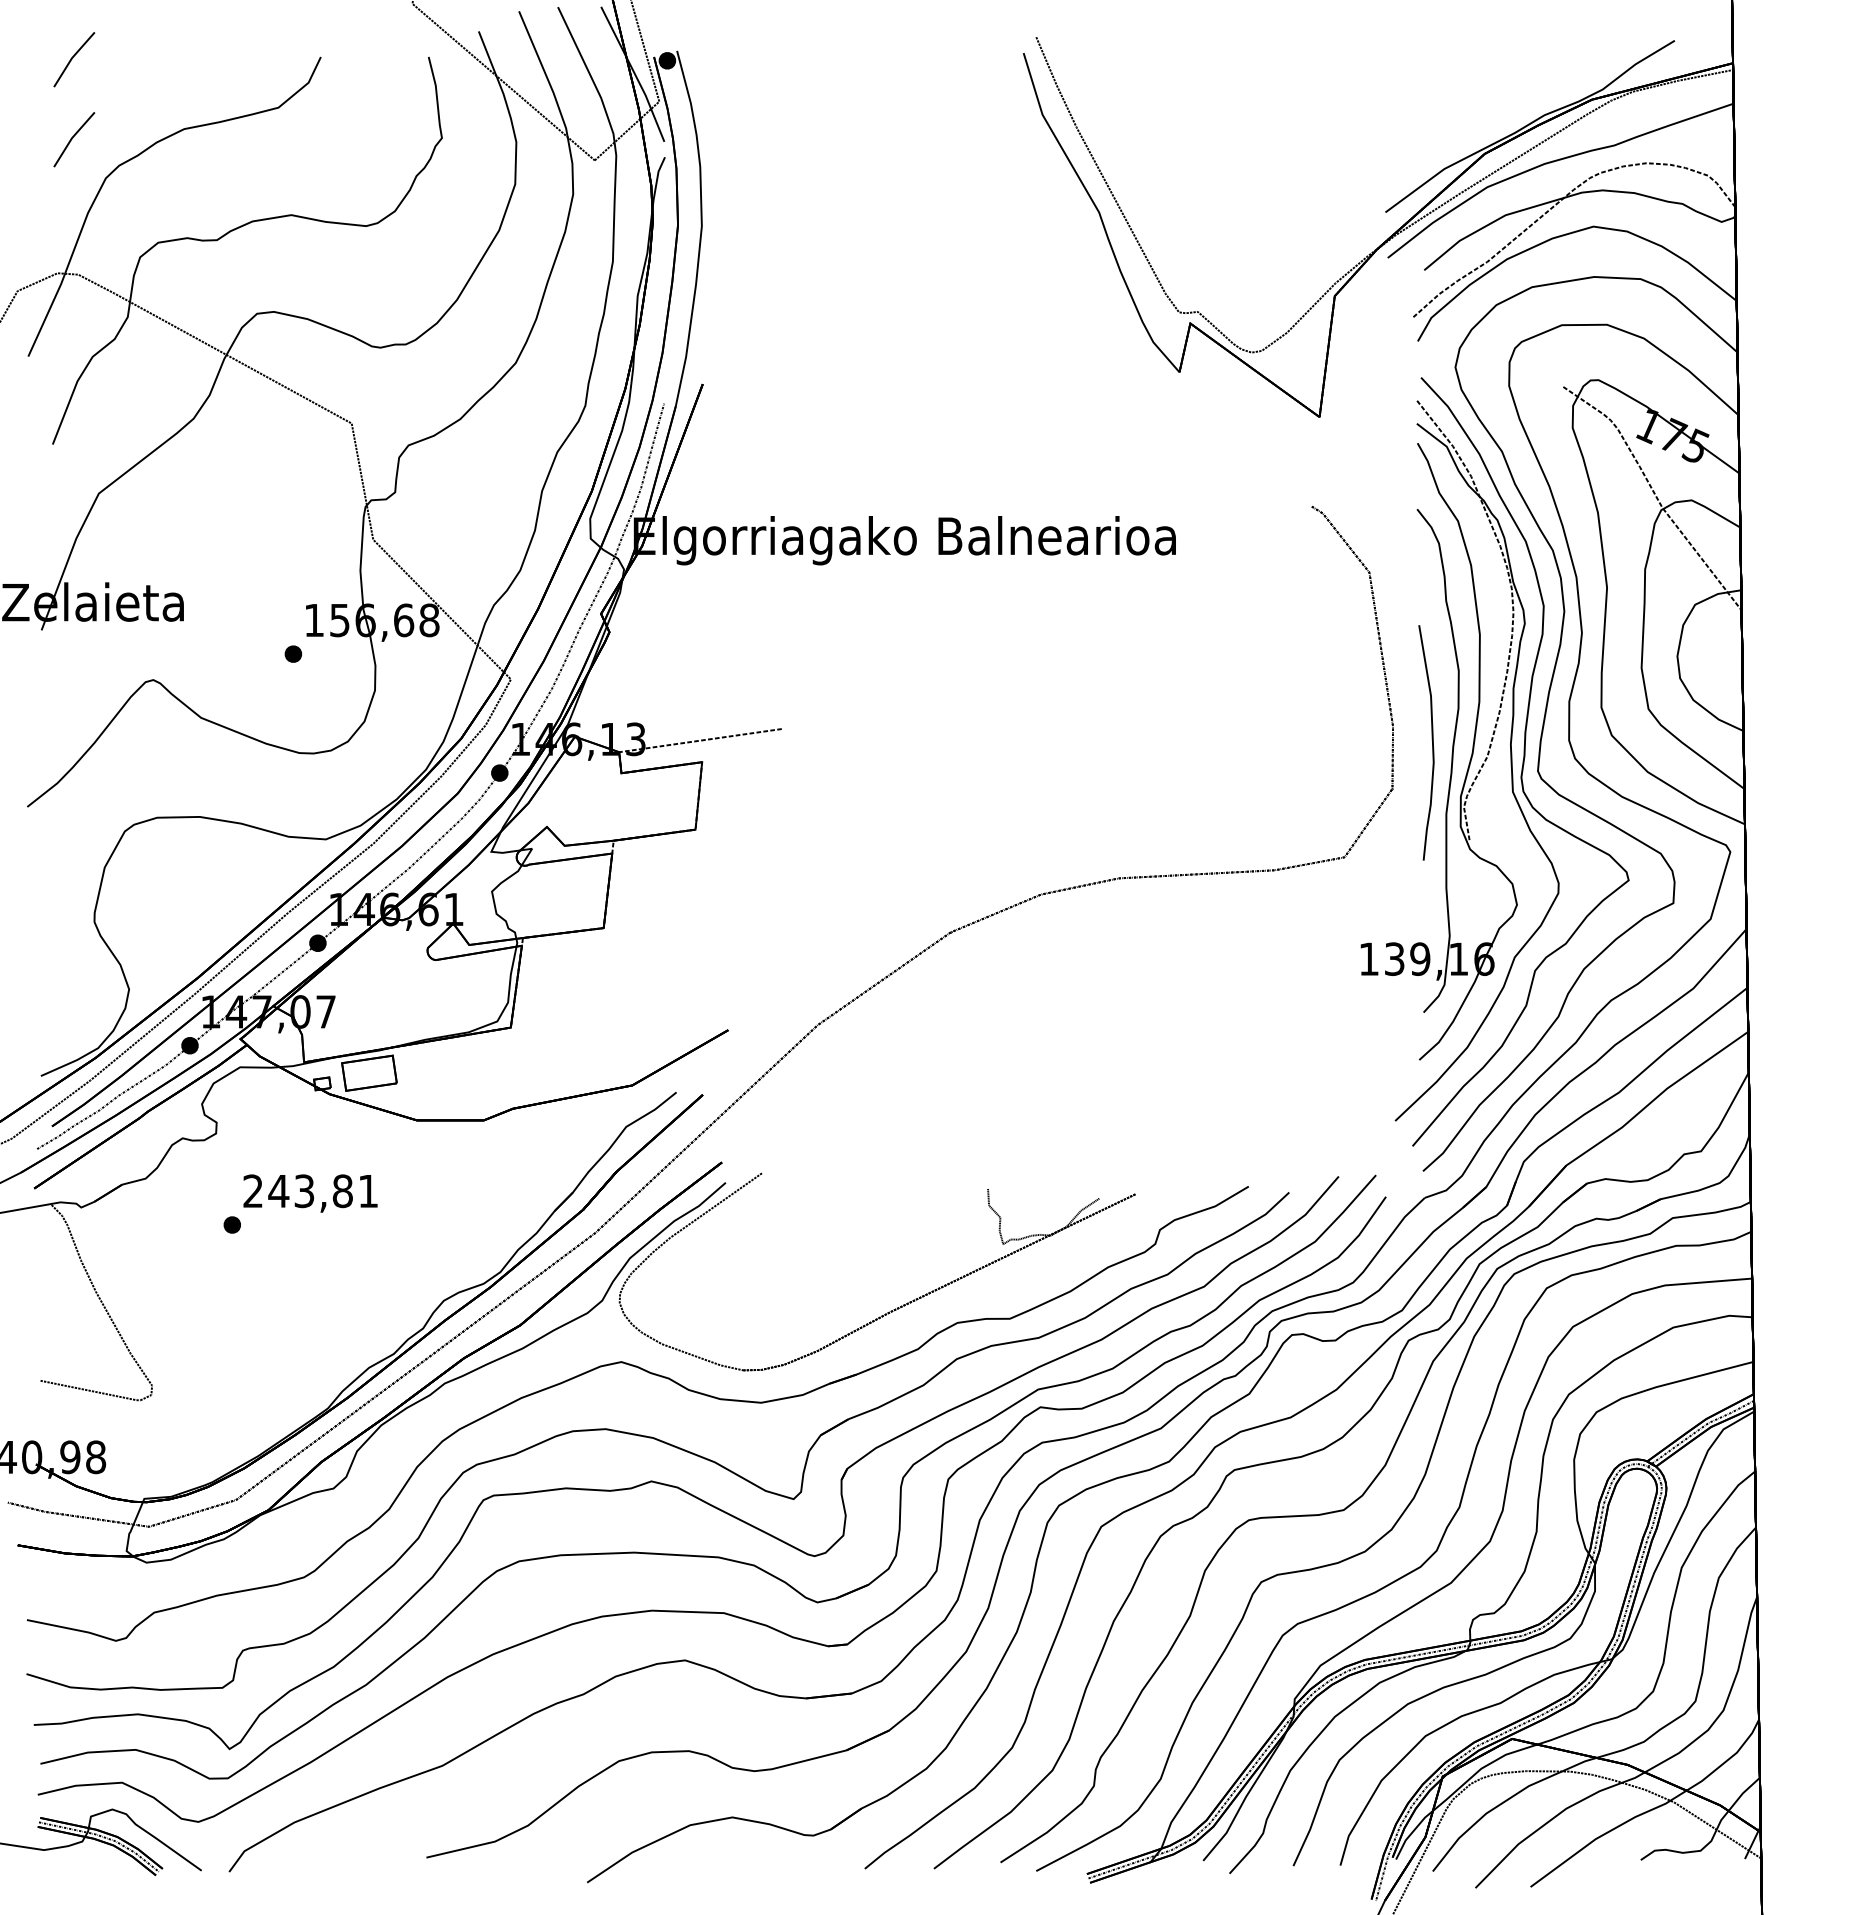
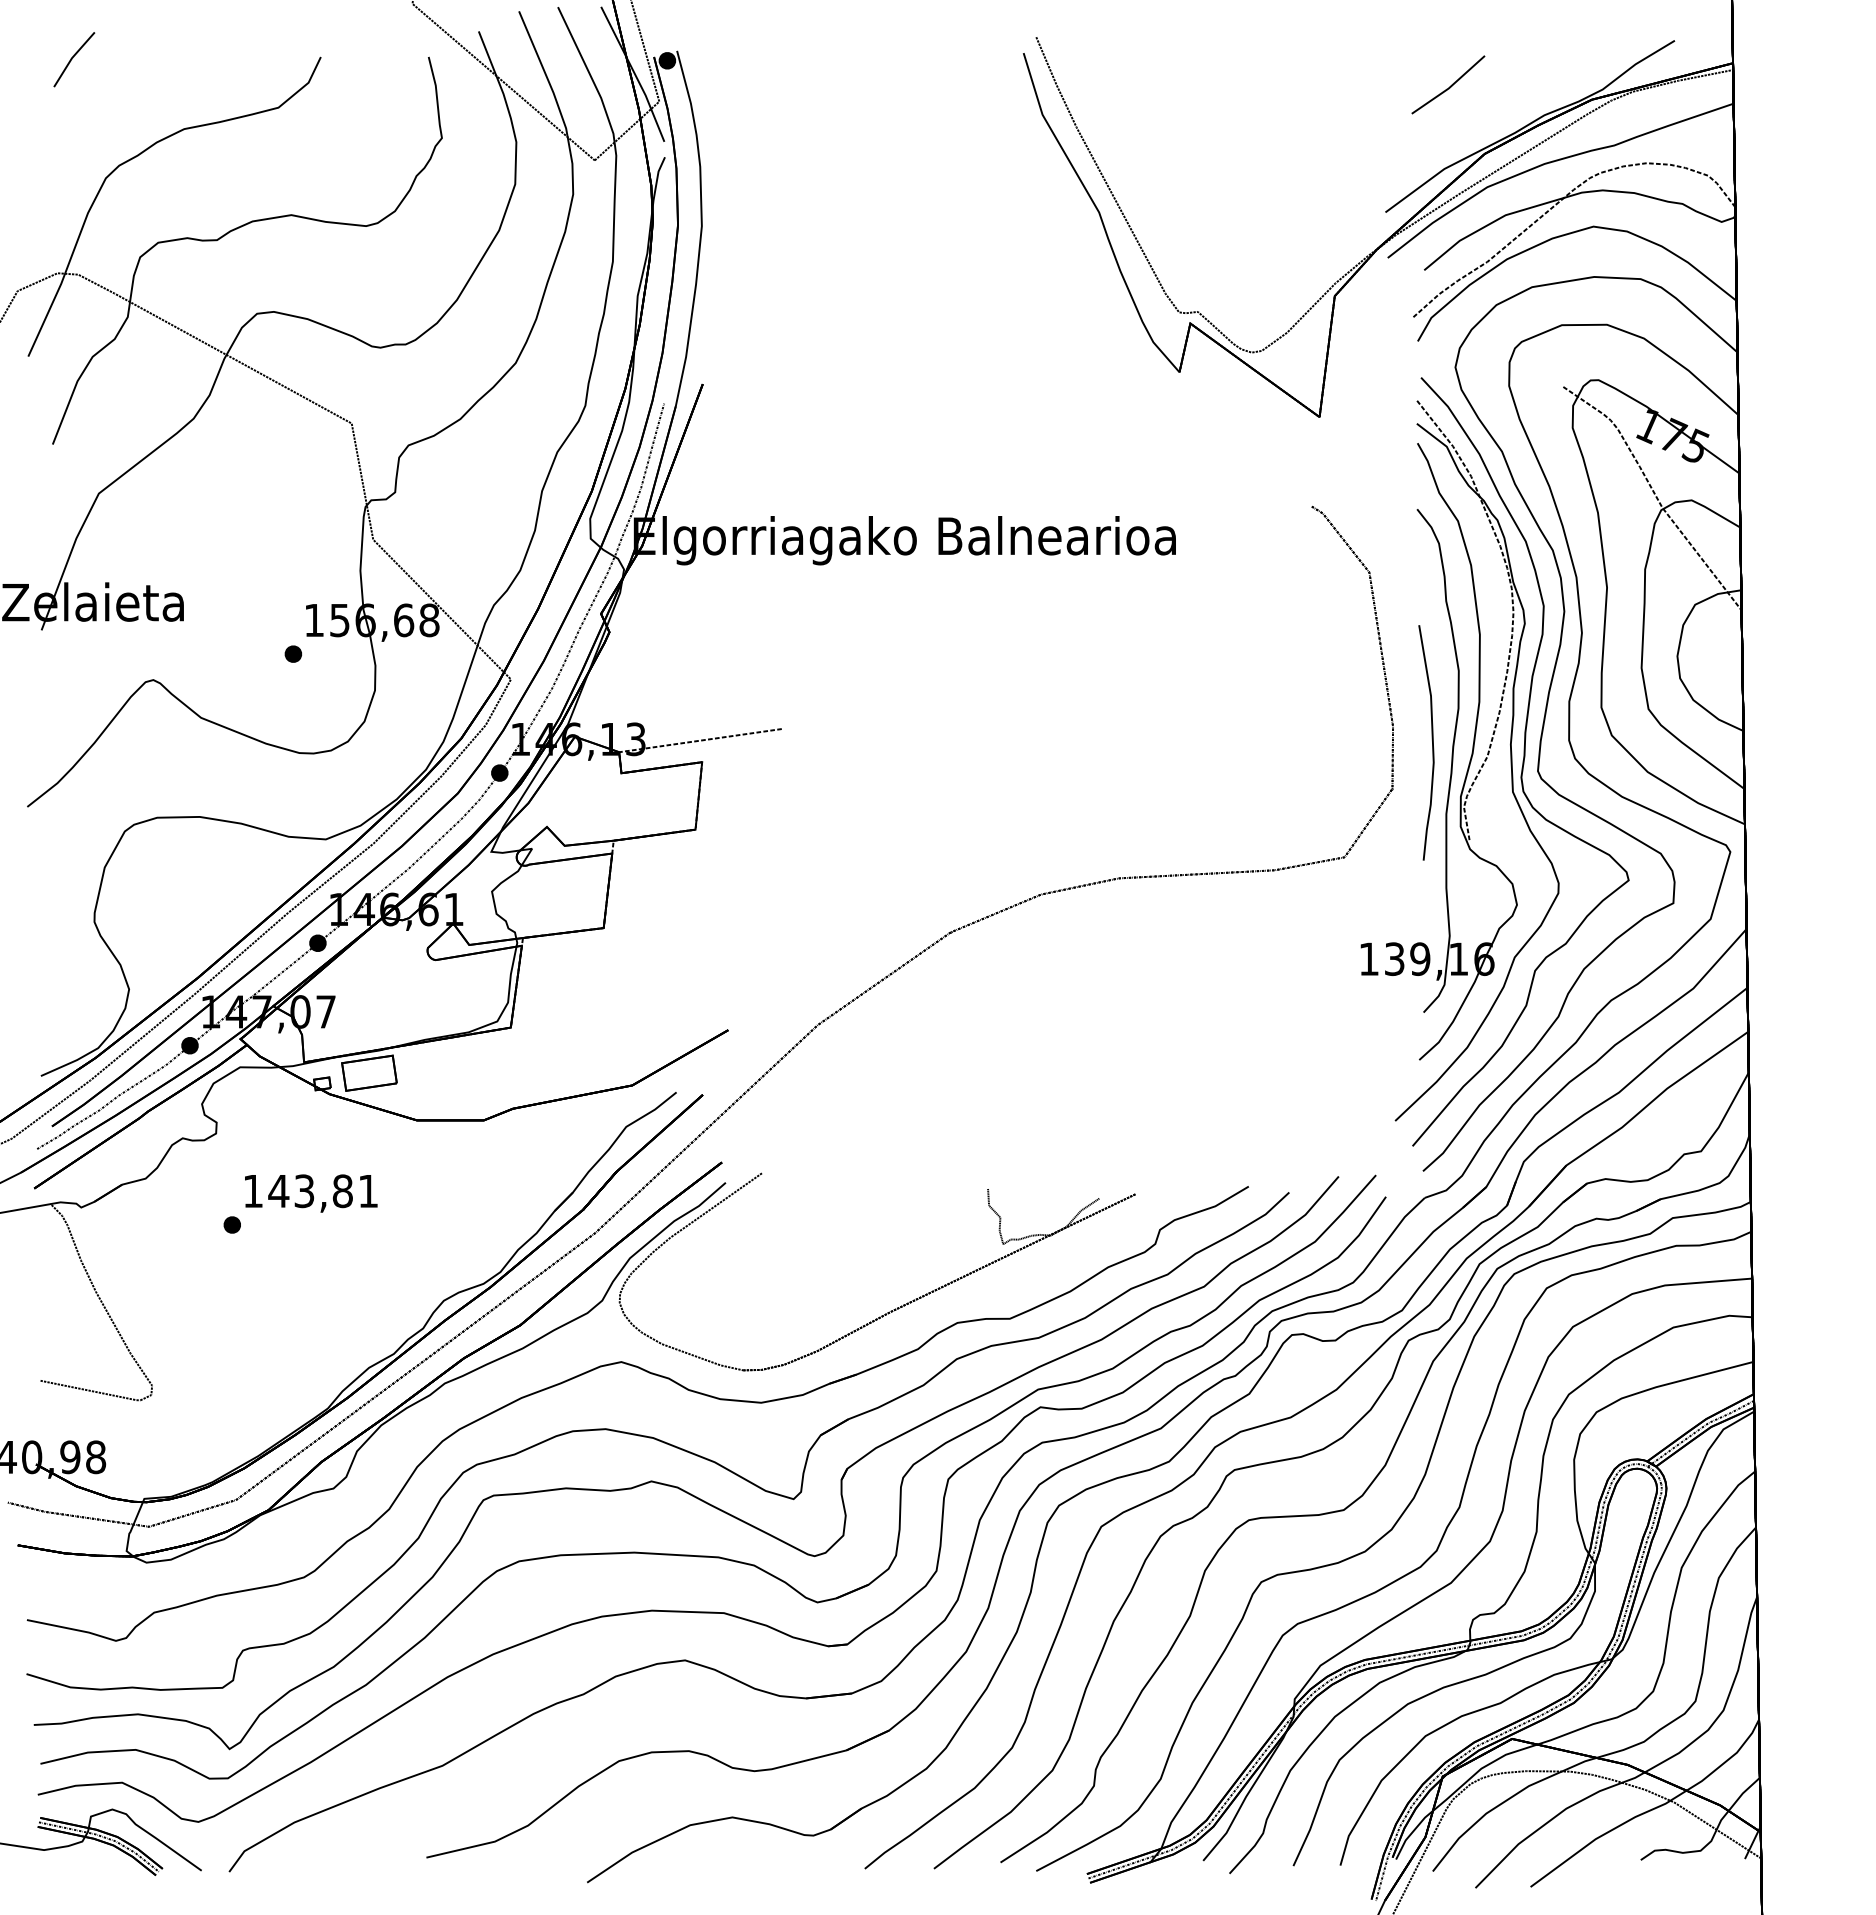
line at (1450, 85): none -> present
line at (73, 138): present -> none
text at (252, 1190): 243,81 -> 143,81
